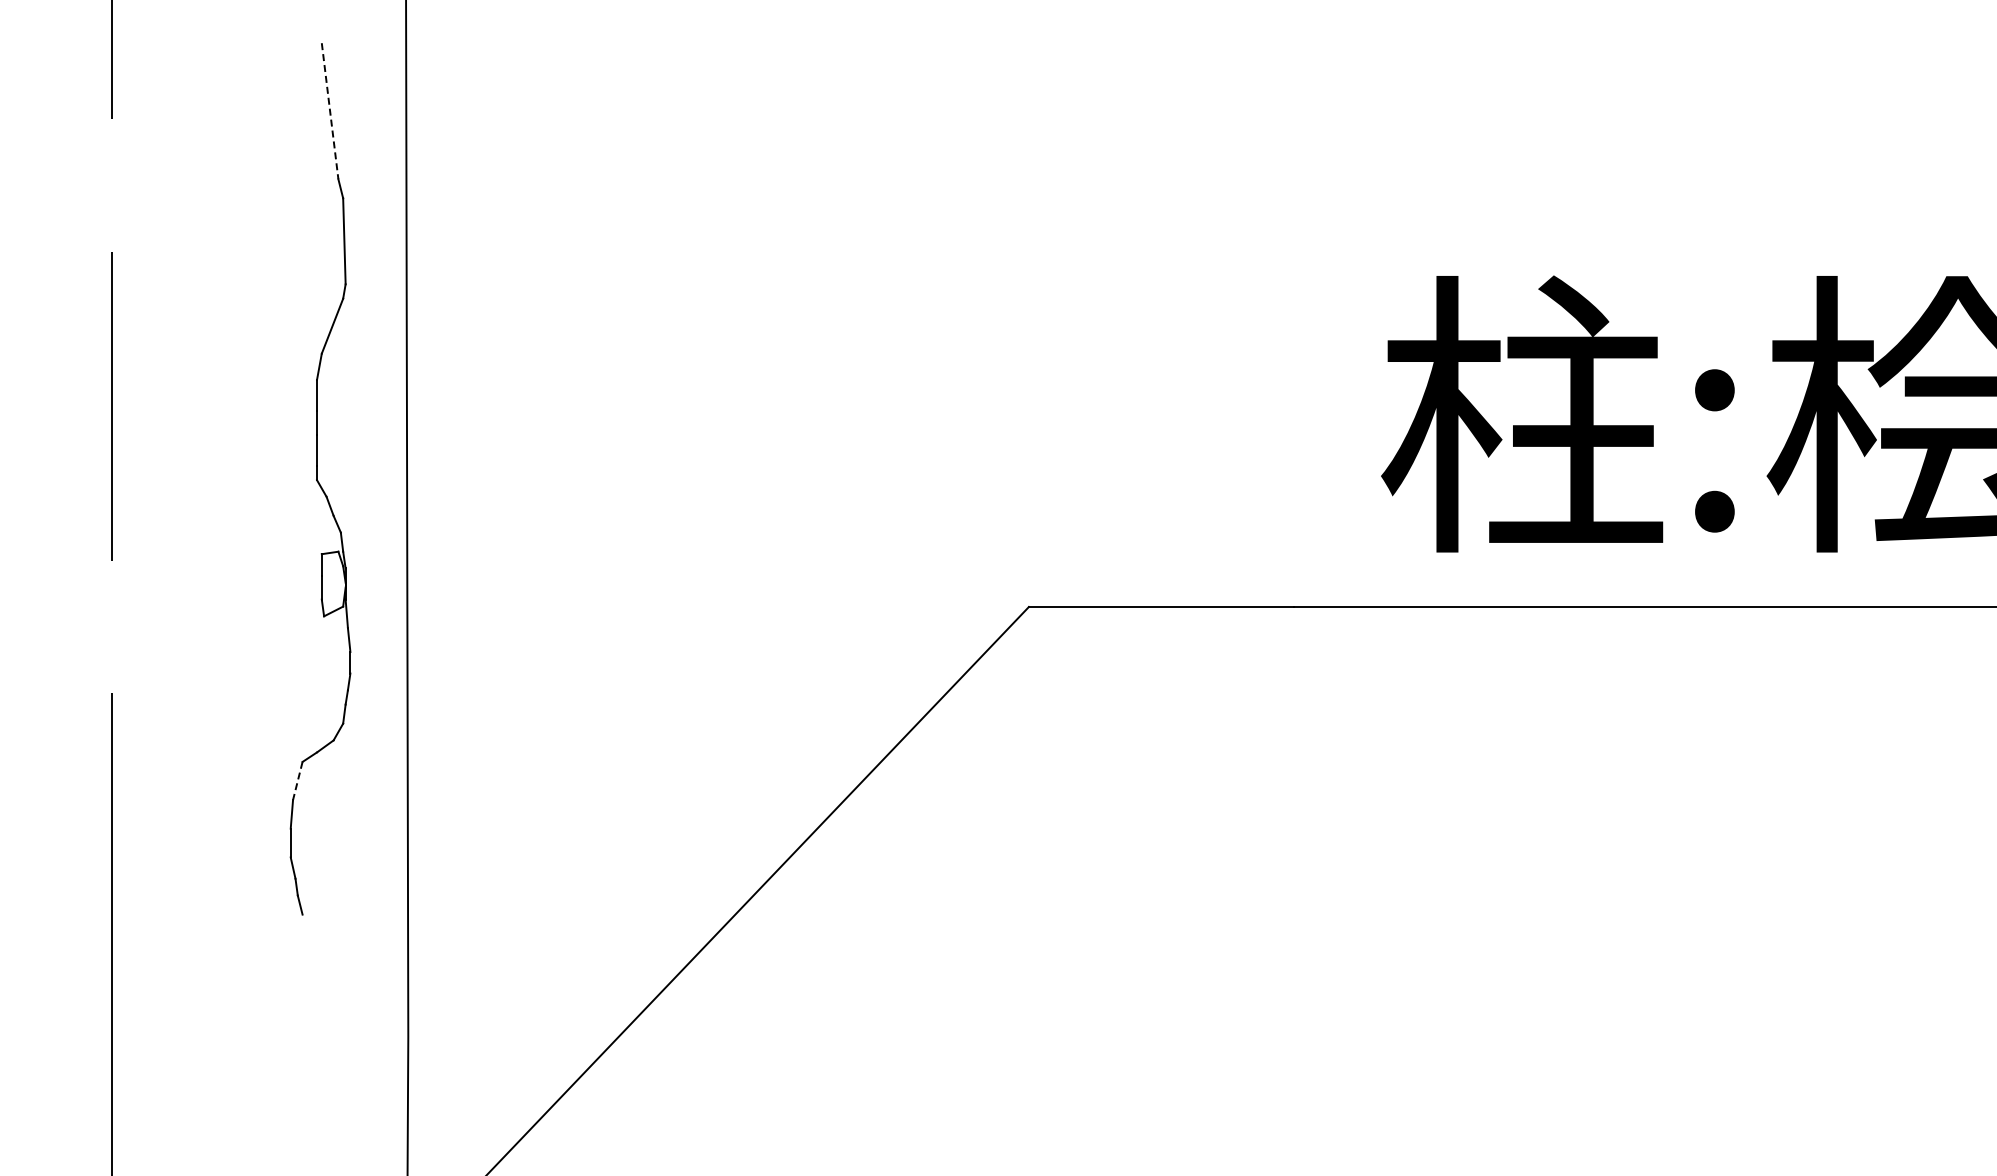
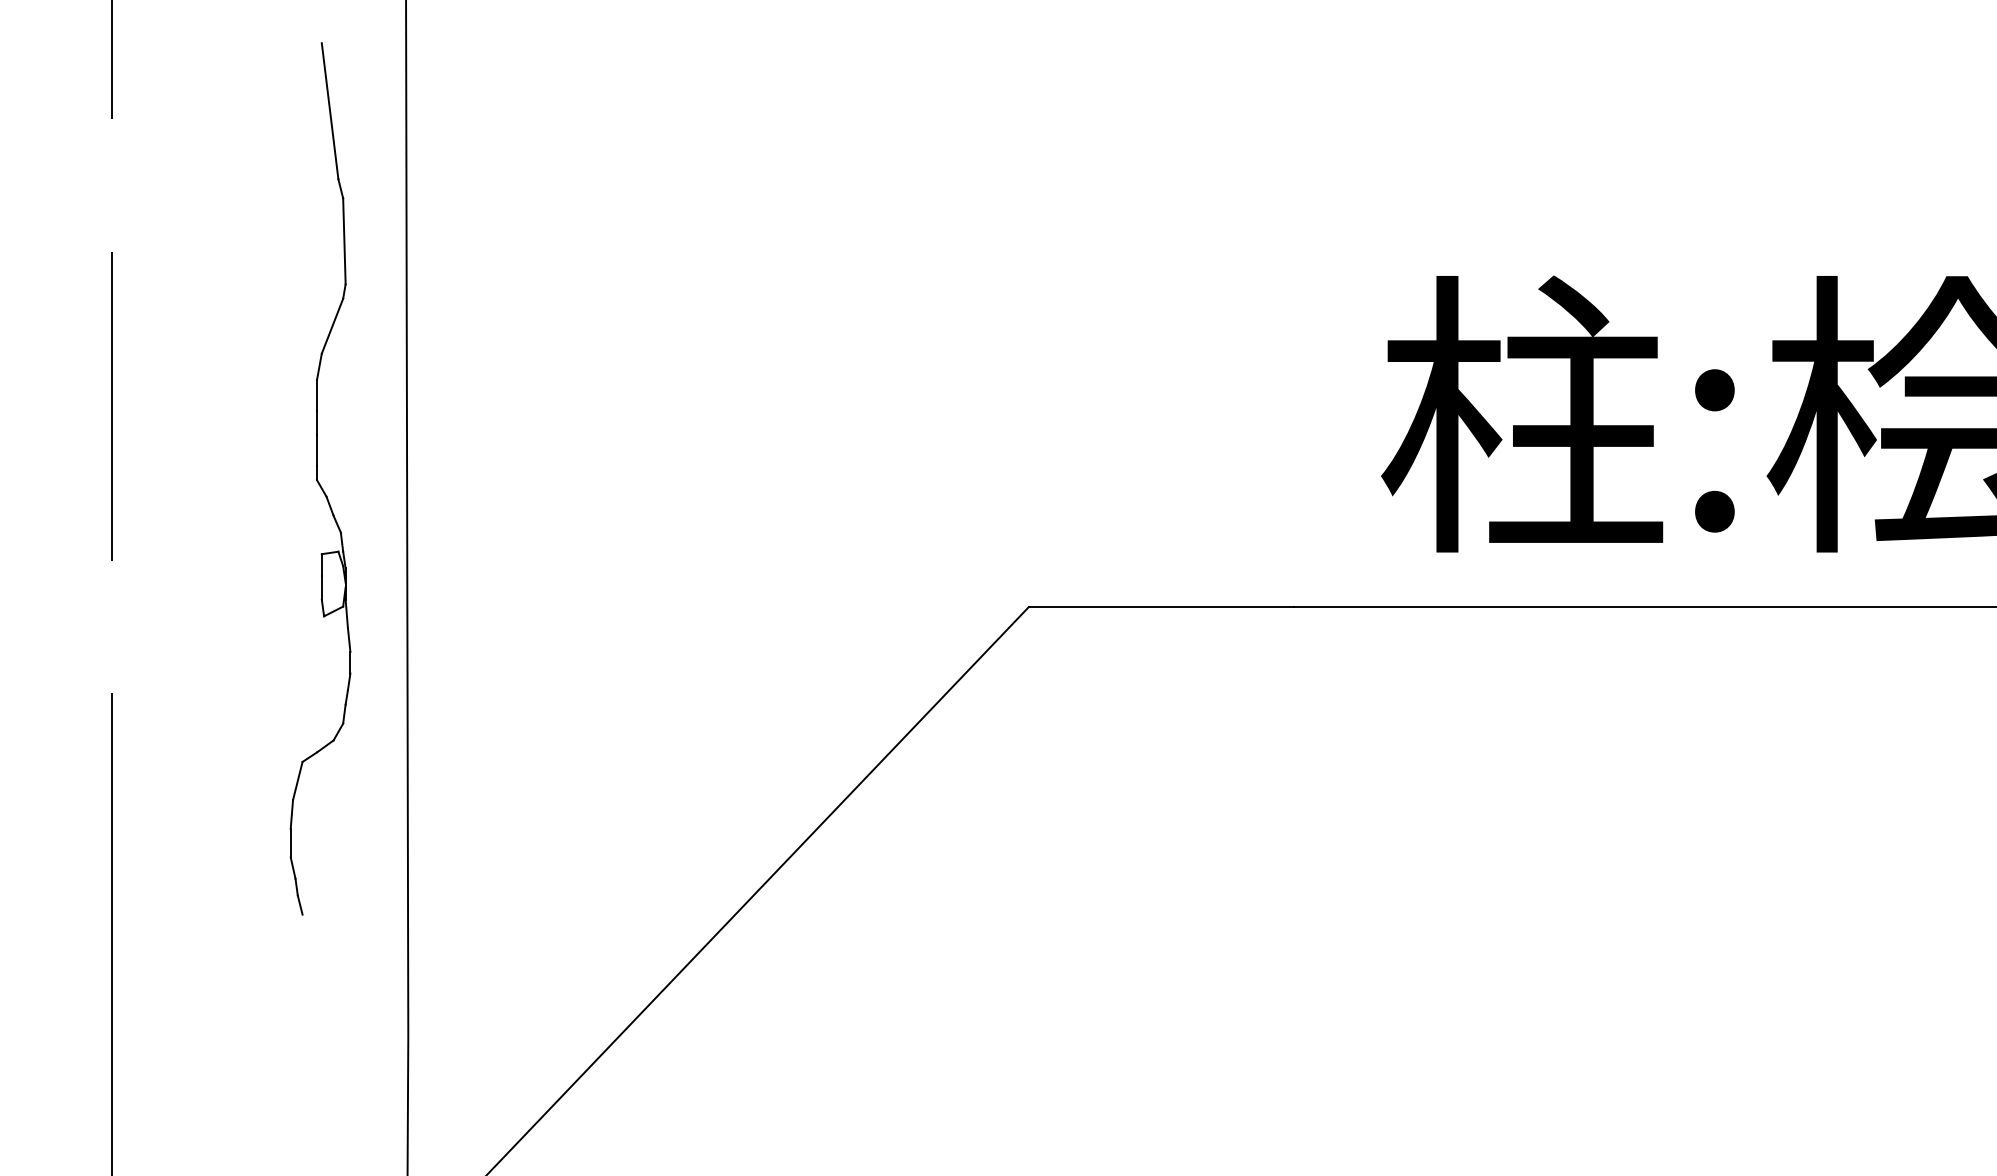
line at (330, 111): dashed -> solid
line at (297, 781): dashed -> solid
